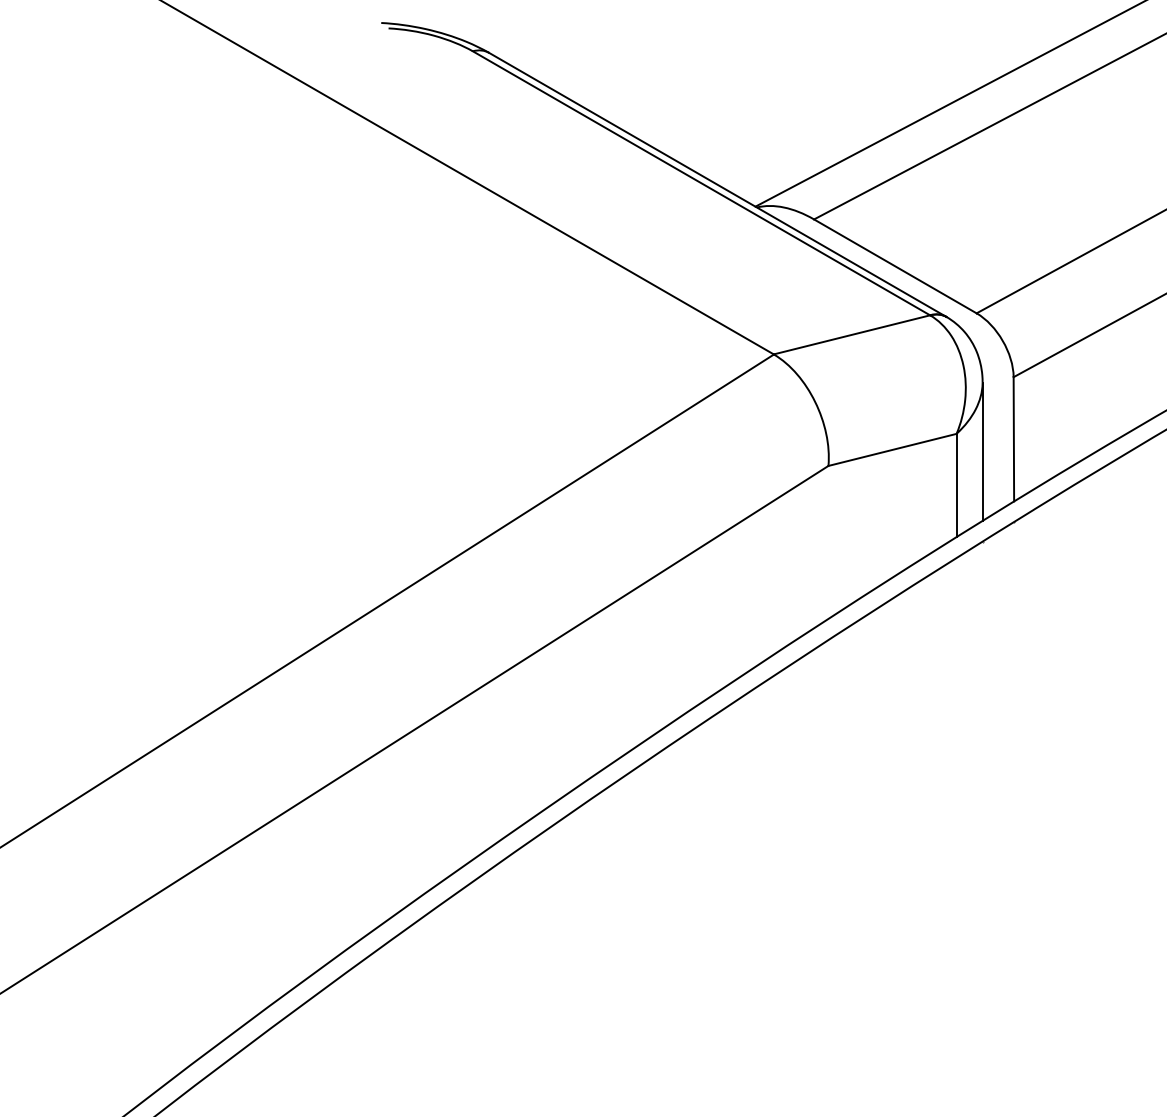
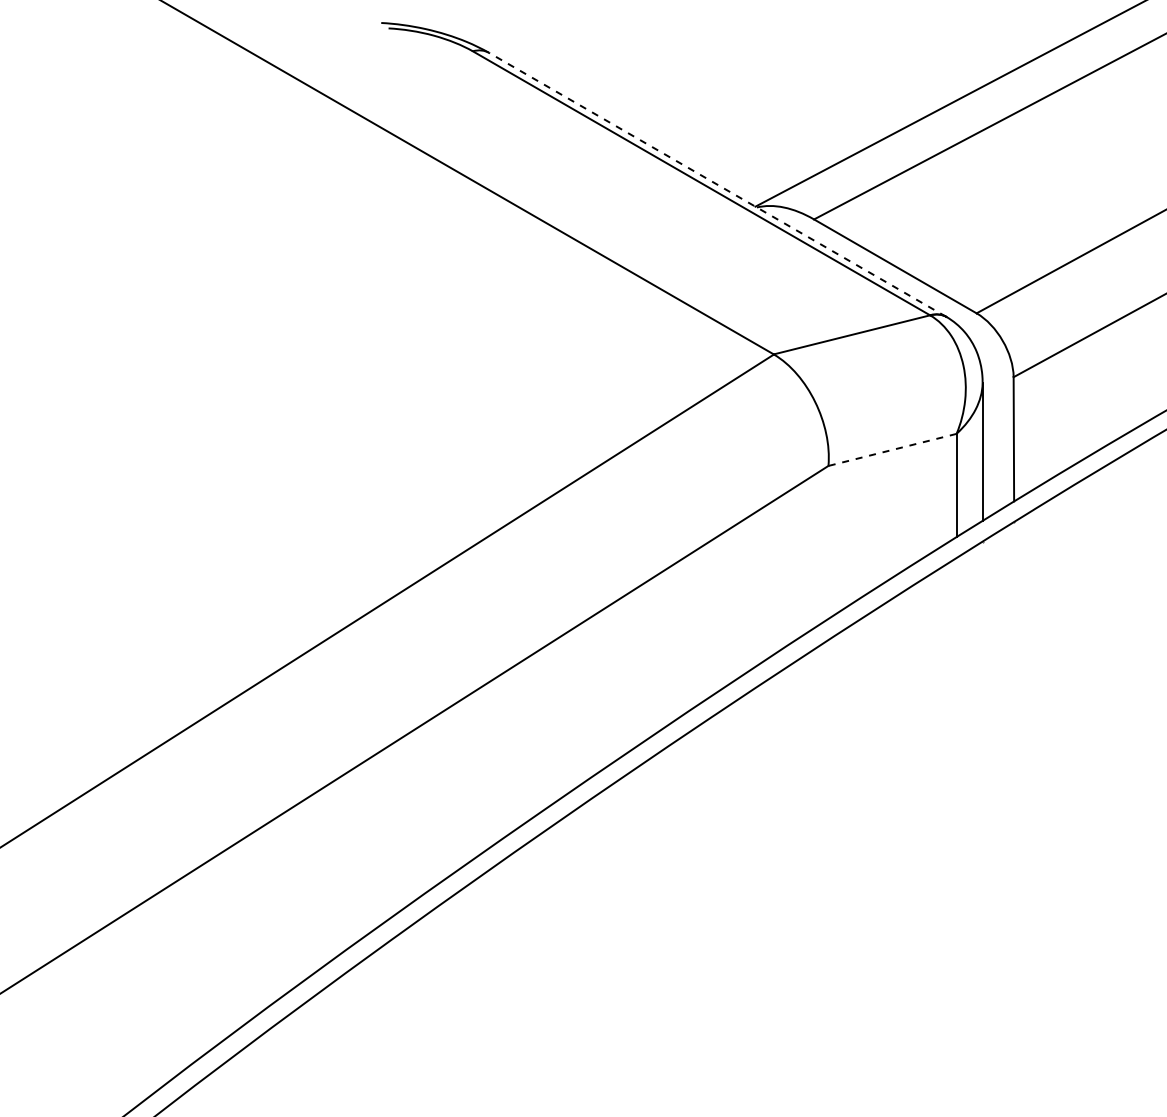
line at (717, 184): solid -> dashed
line at (892, 450): solid -> dashed
